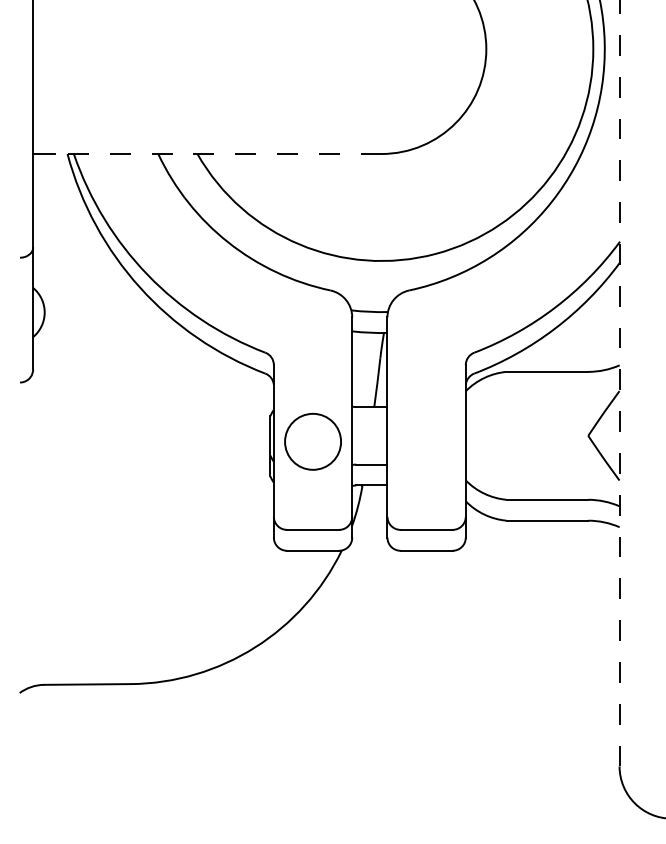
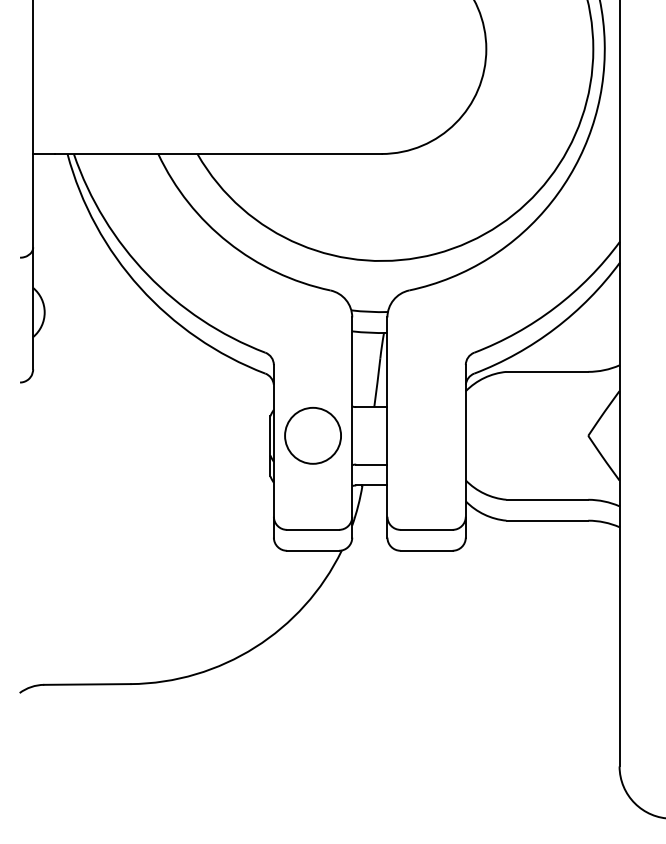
line at (217, 154): dashed -> solid
line at (619, 383): dashed -> solid
circle at (312, 441) position: (312, 441) -> (312, 435)
